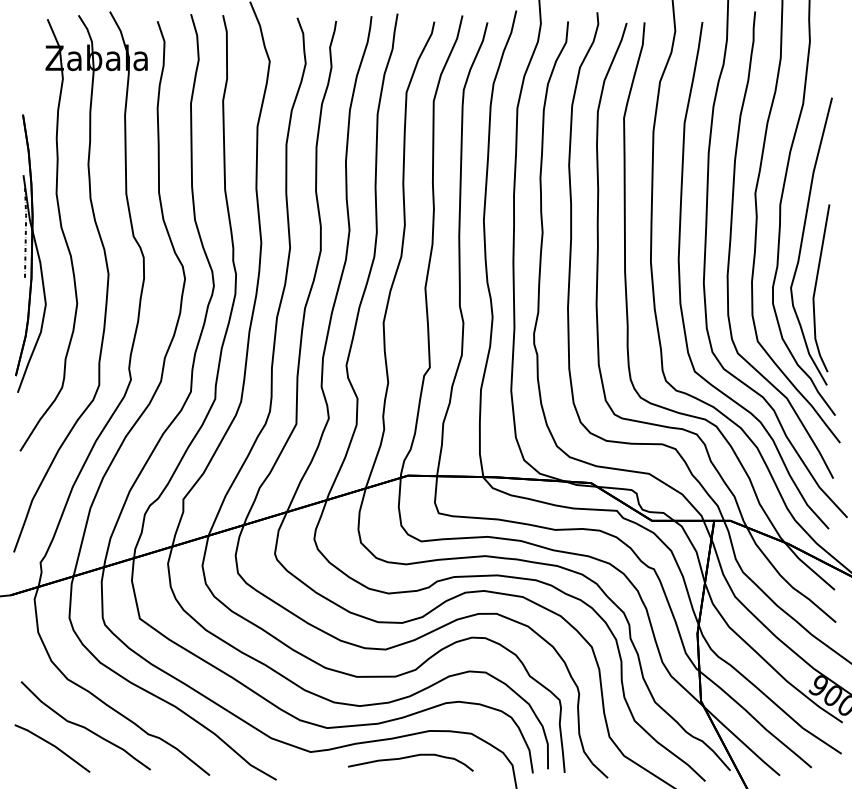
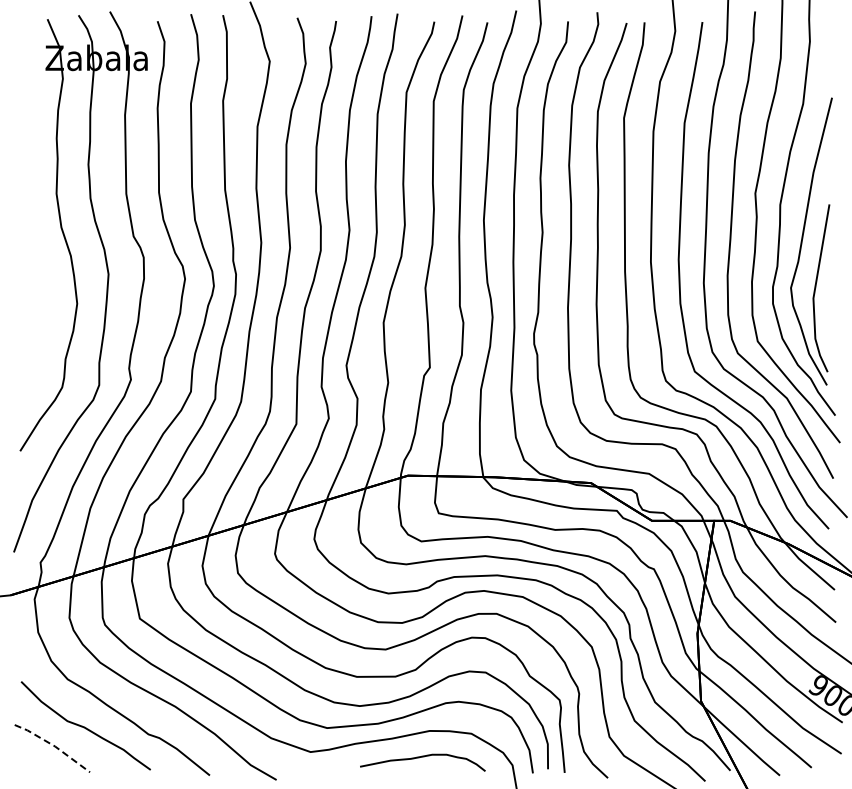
part at (30, 253): present -> none
line at (54, 745): solid -> dashed
curve at (410, 757) position: (410, 757) -> (422, 757)
